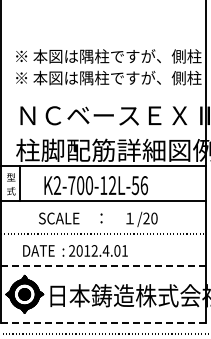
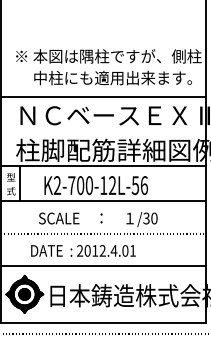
text at (108, 77): ※ 本図は隅柱ですが、側柱 -> 中柱にも適用出来ます。
line at (104, 96): none -> present
text at (146, 218): /20 -> /30
text at (75, 250) position: (75, 250) -> (83, 250)
line at (103, 266): dashed -> solid
line at (103, 322): dashed -> solid
